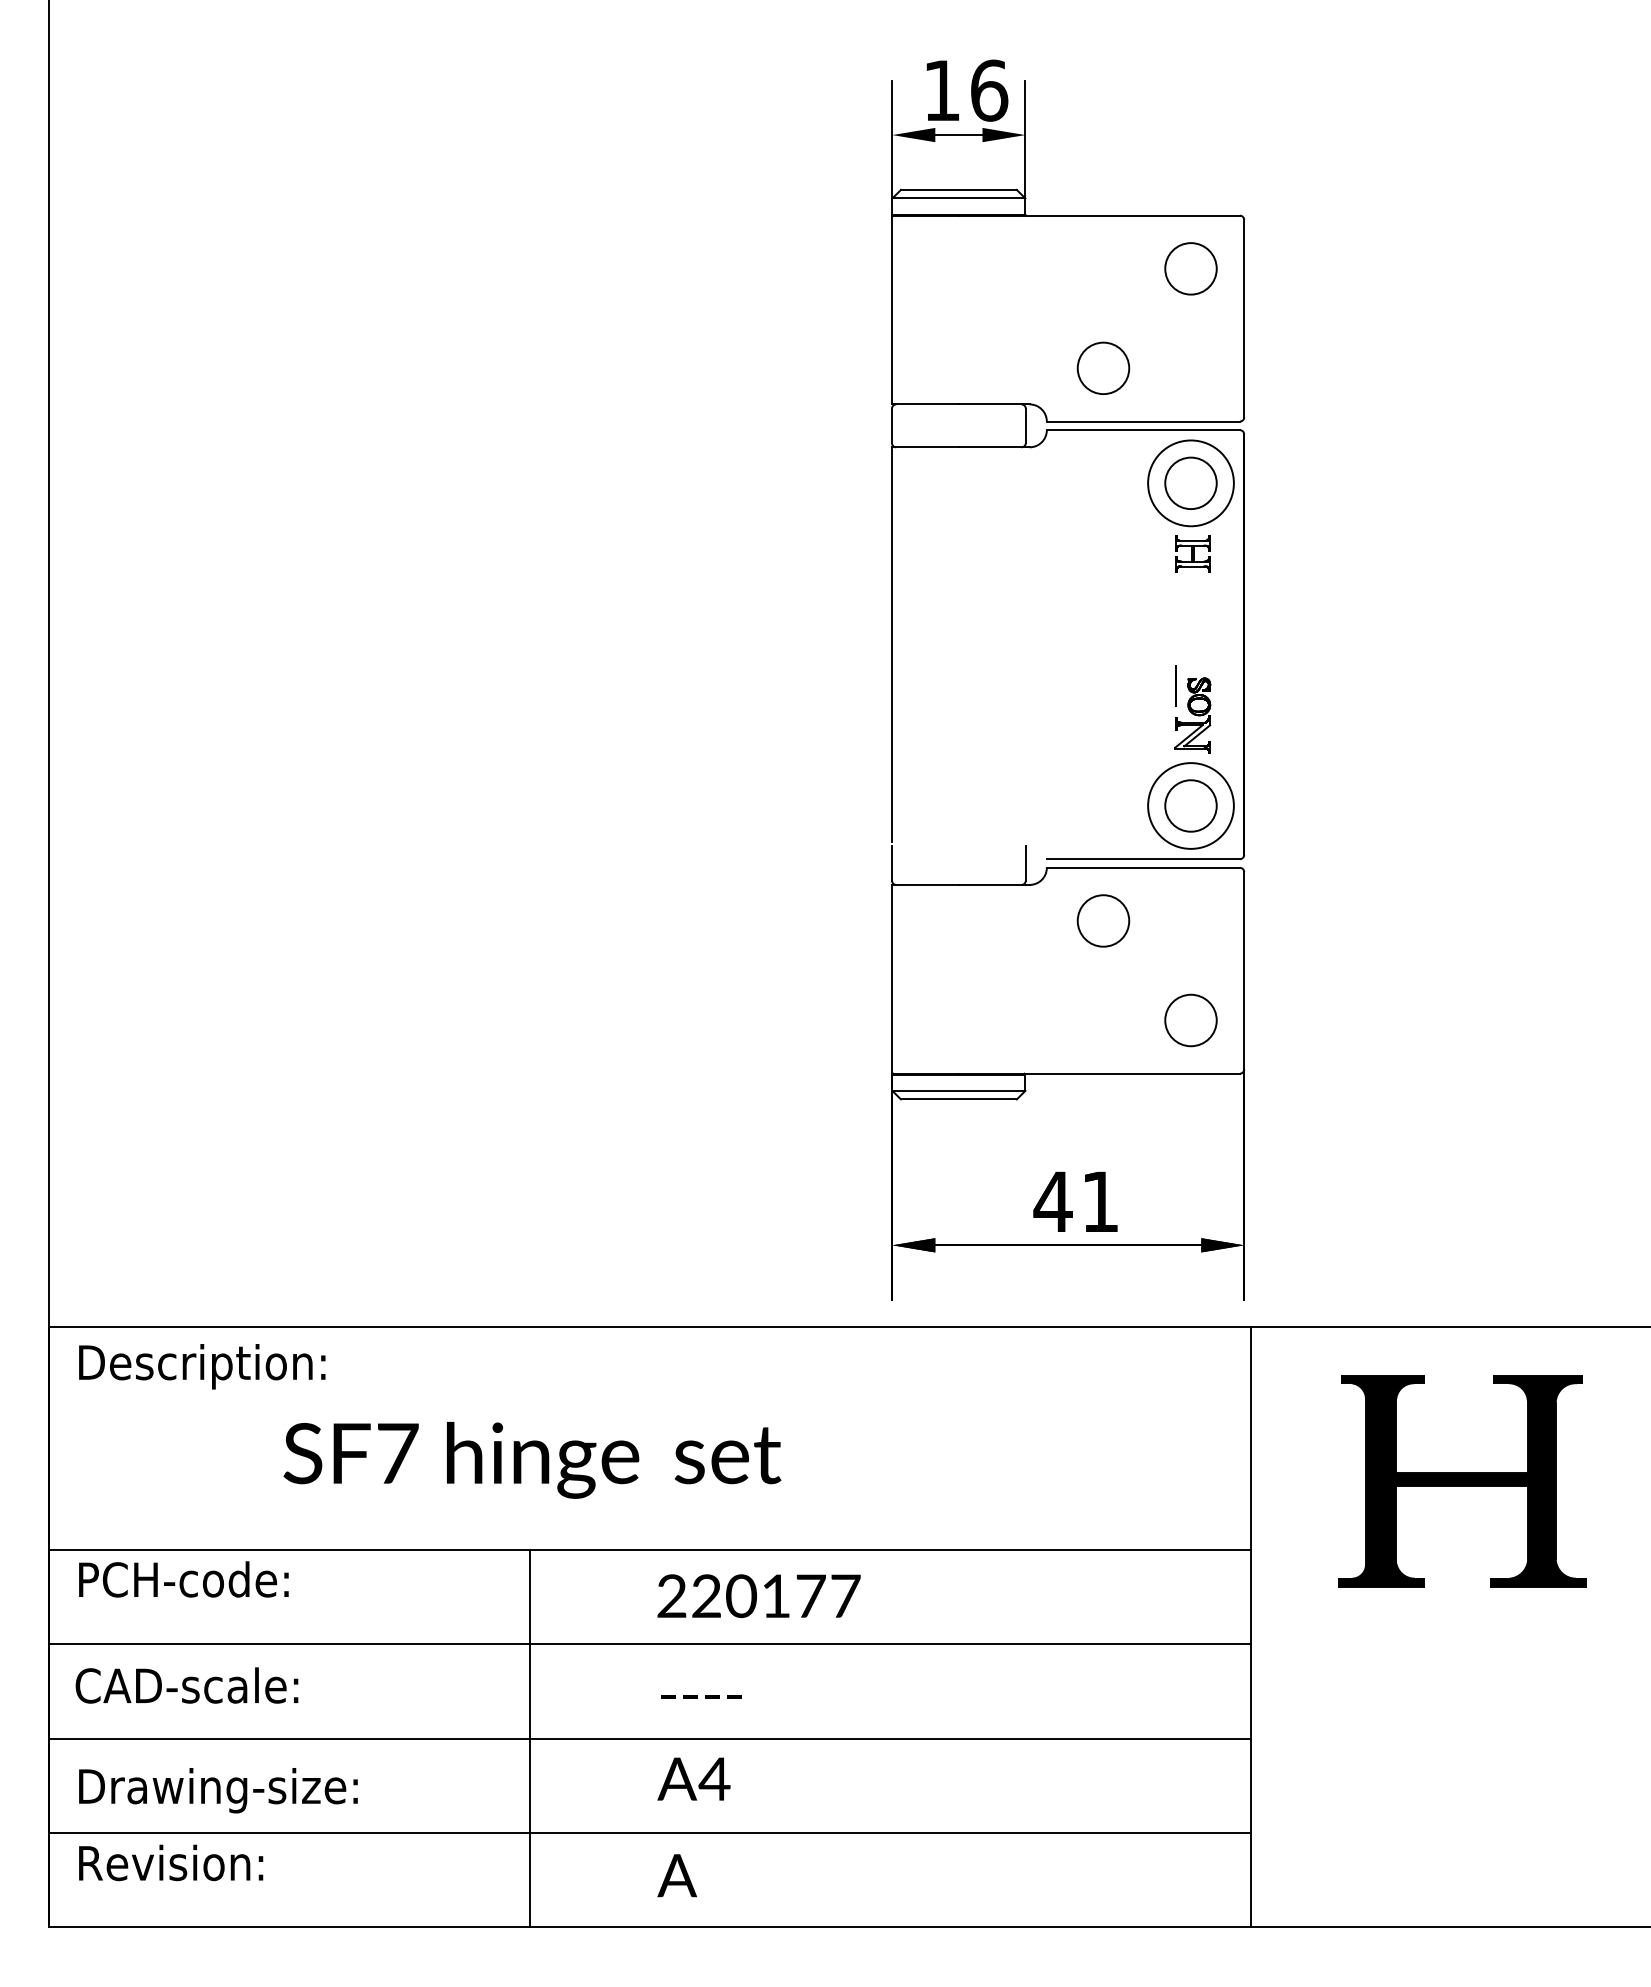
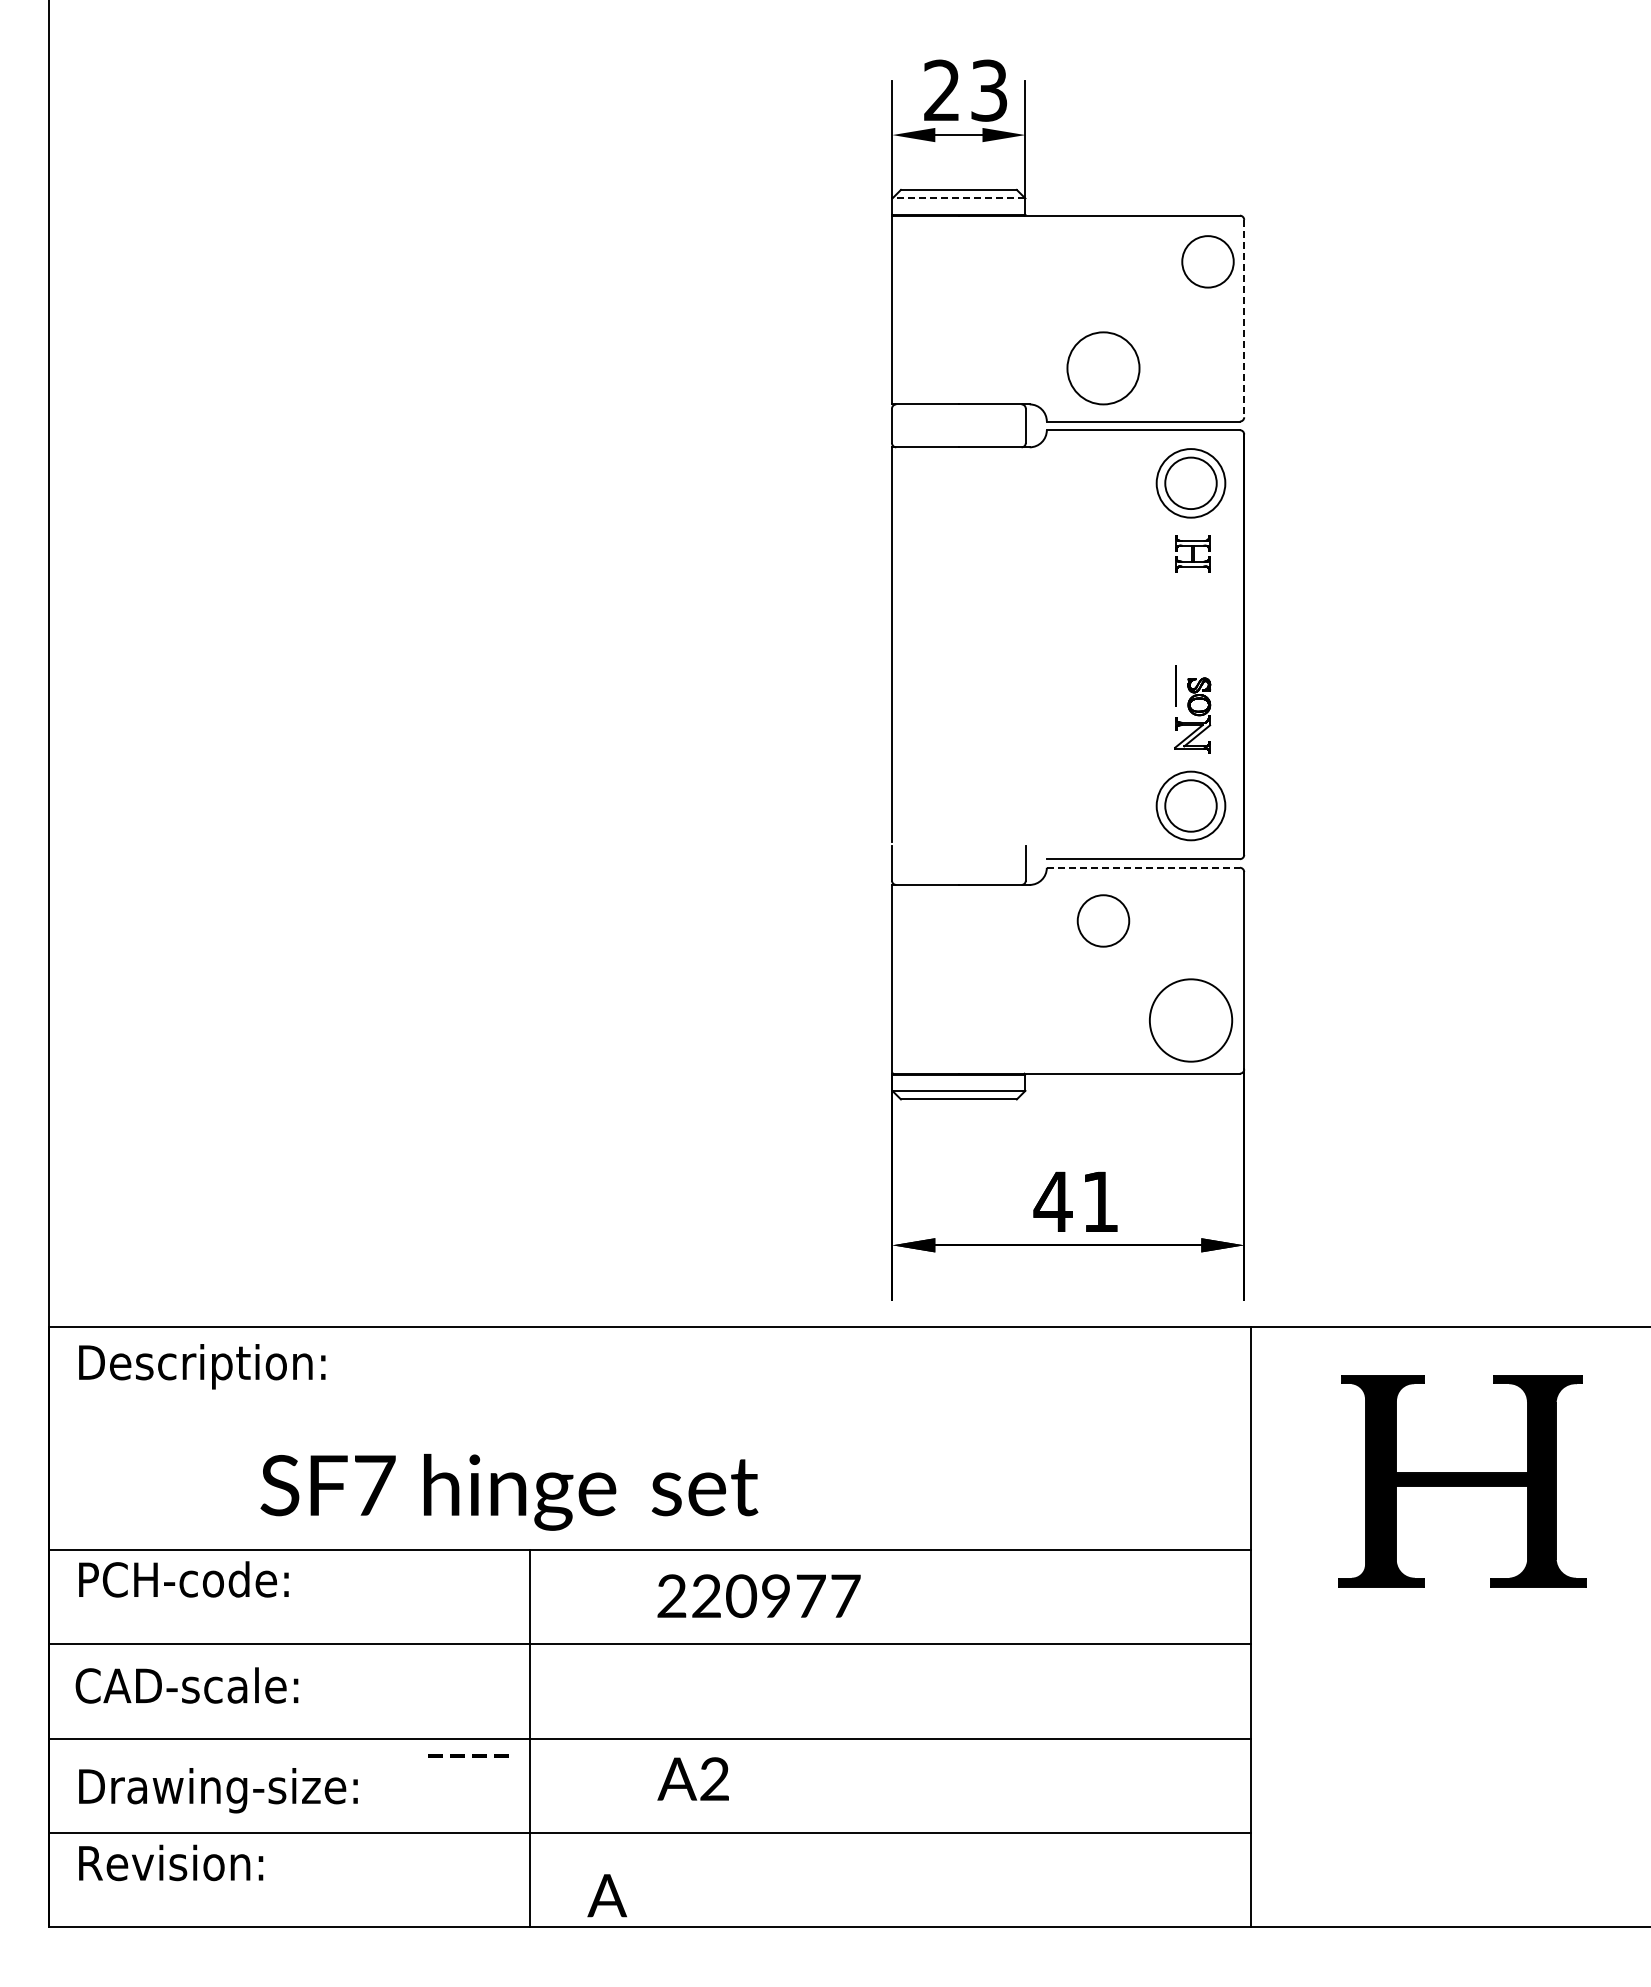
text at (966, 90): 16 -> 23
line at (958, 198): solid -> dashed
circle at (1190, 268) position: (1190, 268) -> (1207, 261)
line at (1244, 318): solid -> dashed
circle at (1103, 368) diameter: 51 px -> 72 px
circle at (1190, 483) diameter: 86 px -> 69 px
circle at (1190, 805) diameter: 86 px -> 69 px
line at (1143, 867): solid -> dashed
circle at (1190, 1020) size: 54x55 px -> 85x85 px
text at (532, 1460) position: (532, 1460) -> (509, 1492)
text at (775, 1595): 220177 -> 220977
text at (701, 1696) position: (701, 1696) -> (468, 1755)
text at (714, 1778): A4 -> A2
text at (676, 1875) position: (676, 1875) -> (606, 1895)
